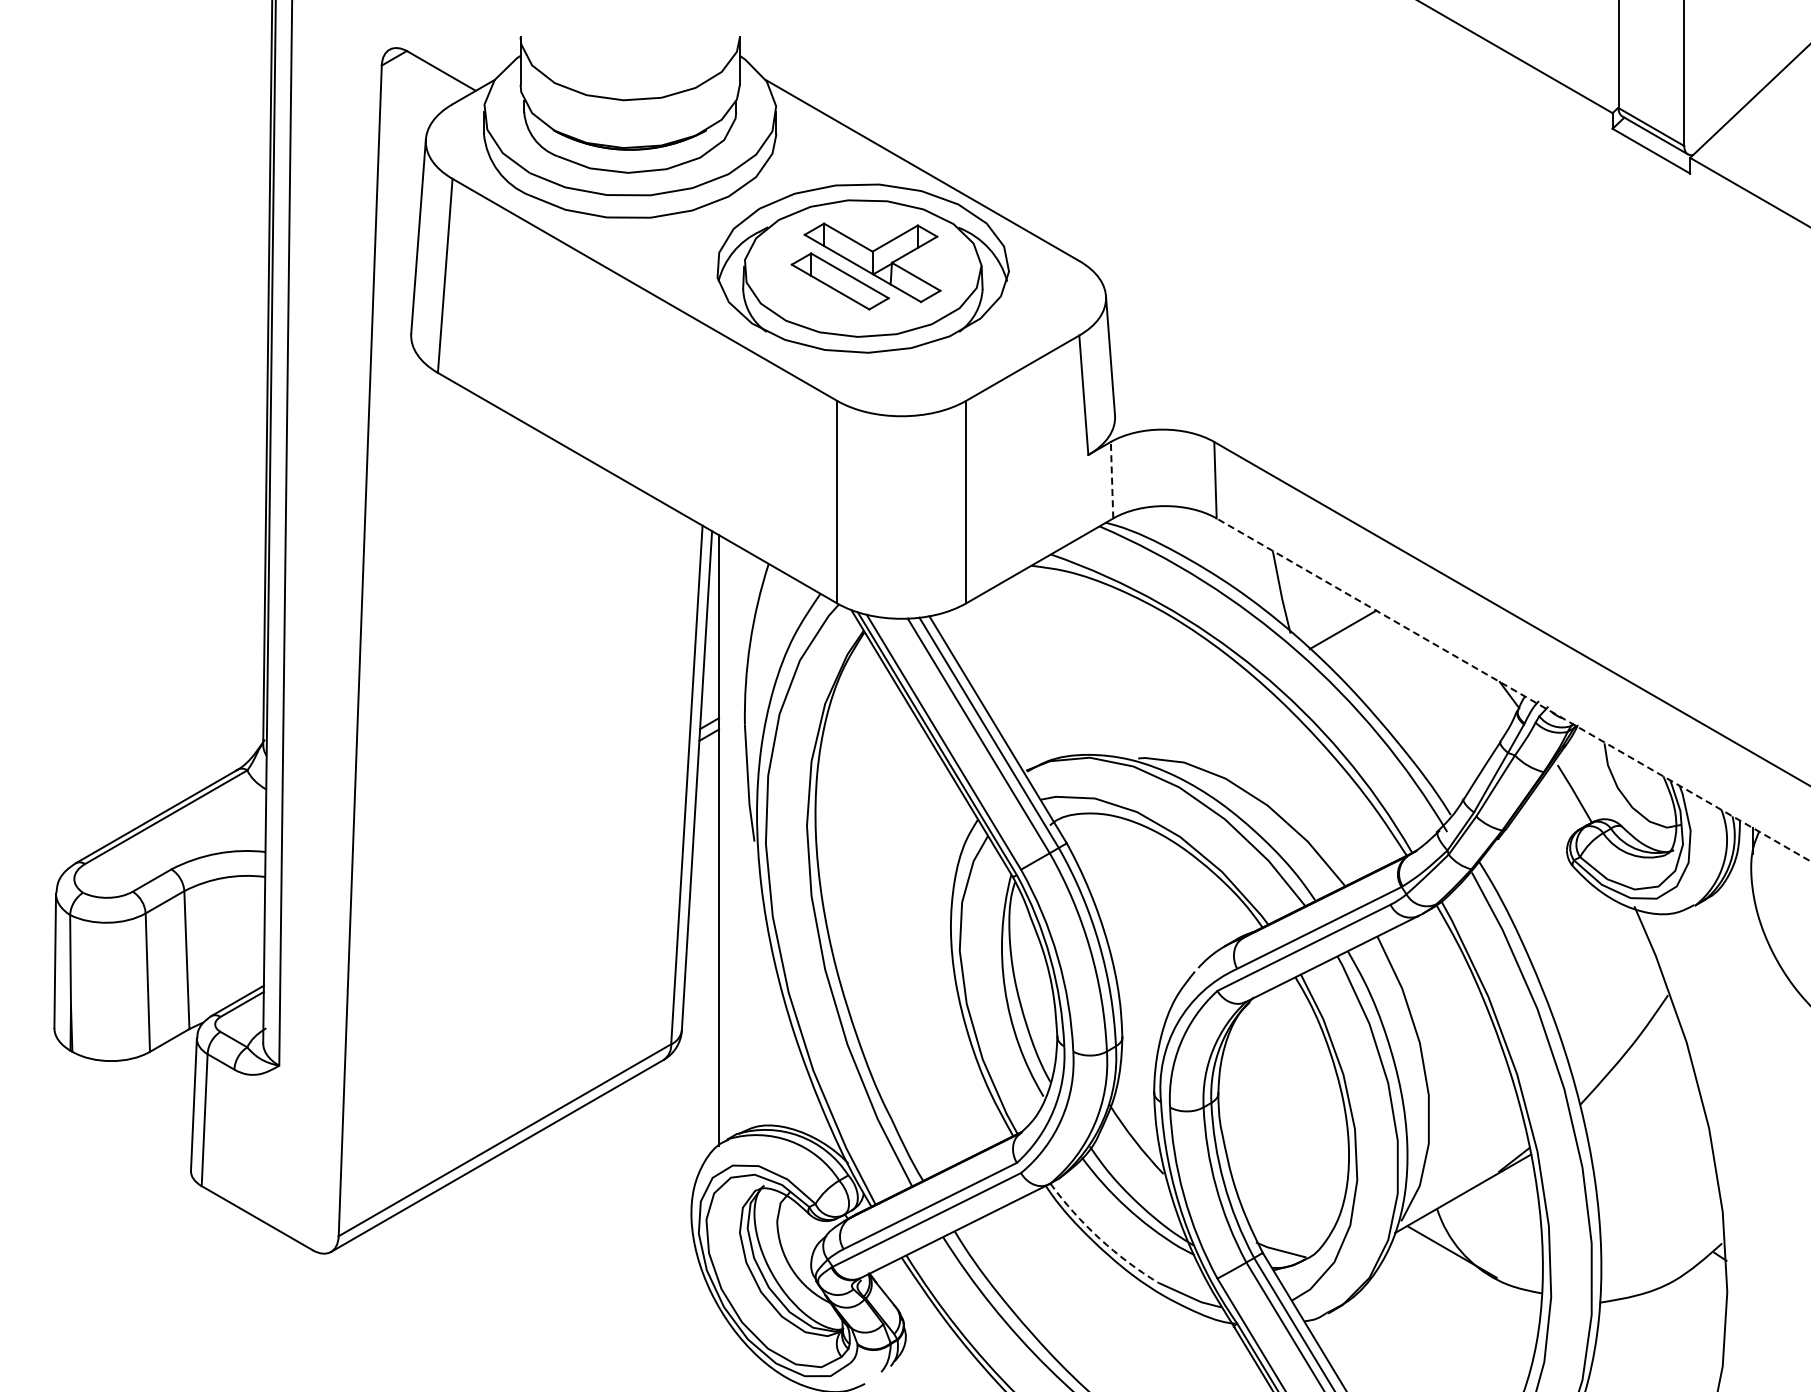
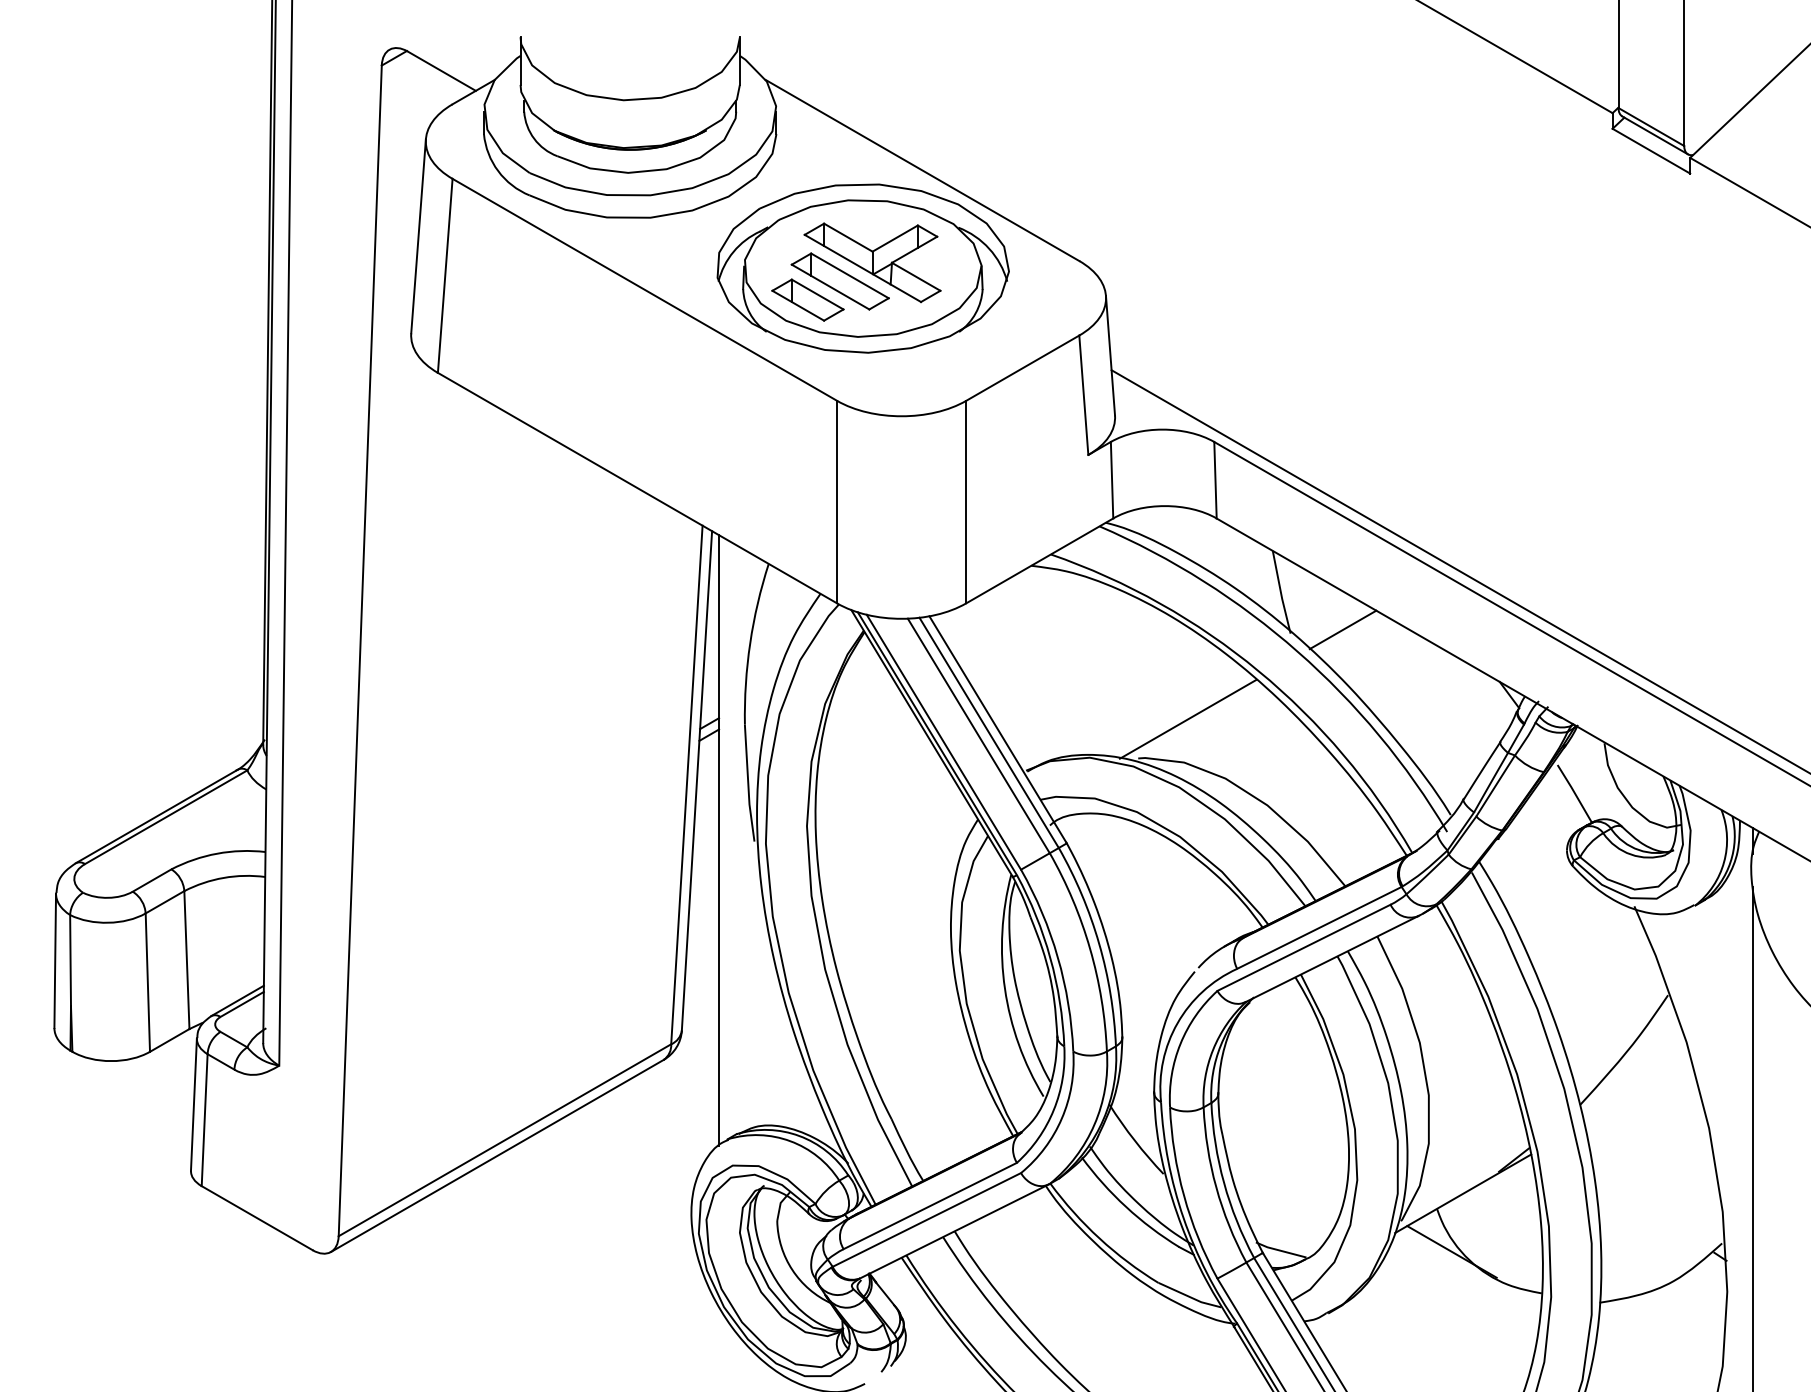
part at (807, 299): none -> present
line at (1112, 479): dashed -> solid
line at (1459, 571): none -> present
line at (1513, 689): dashed -> solid
line at (1187, 718): none -> present
line at (1753, 1137): none -> present
arc at (1099, 1238): dashed -> solid
